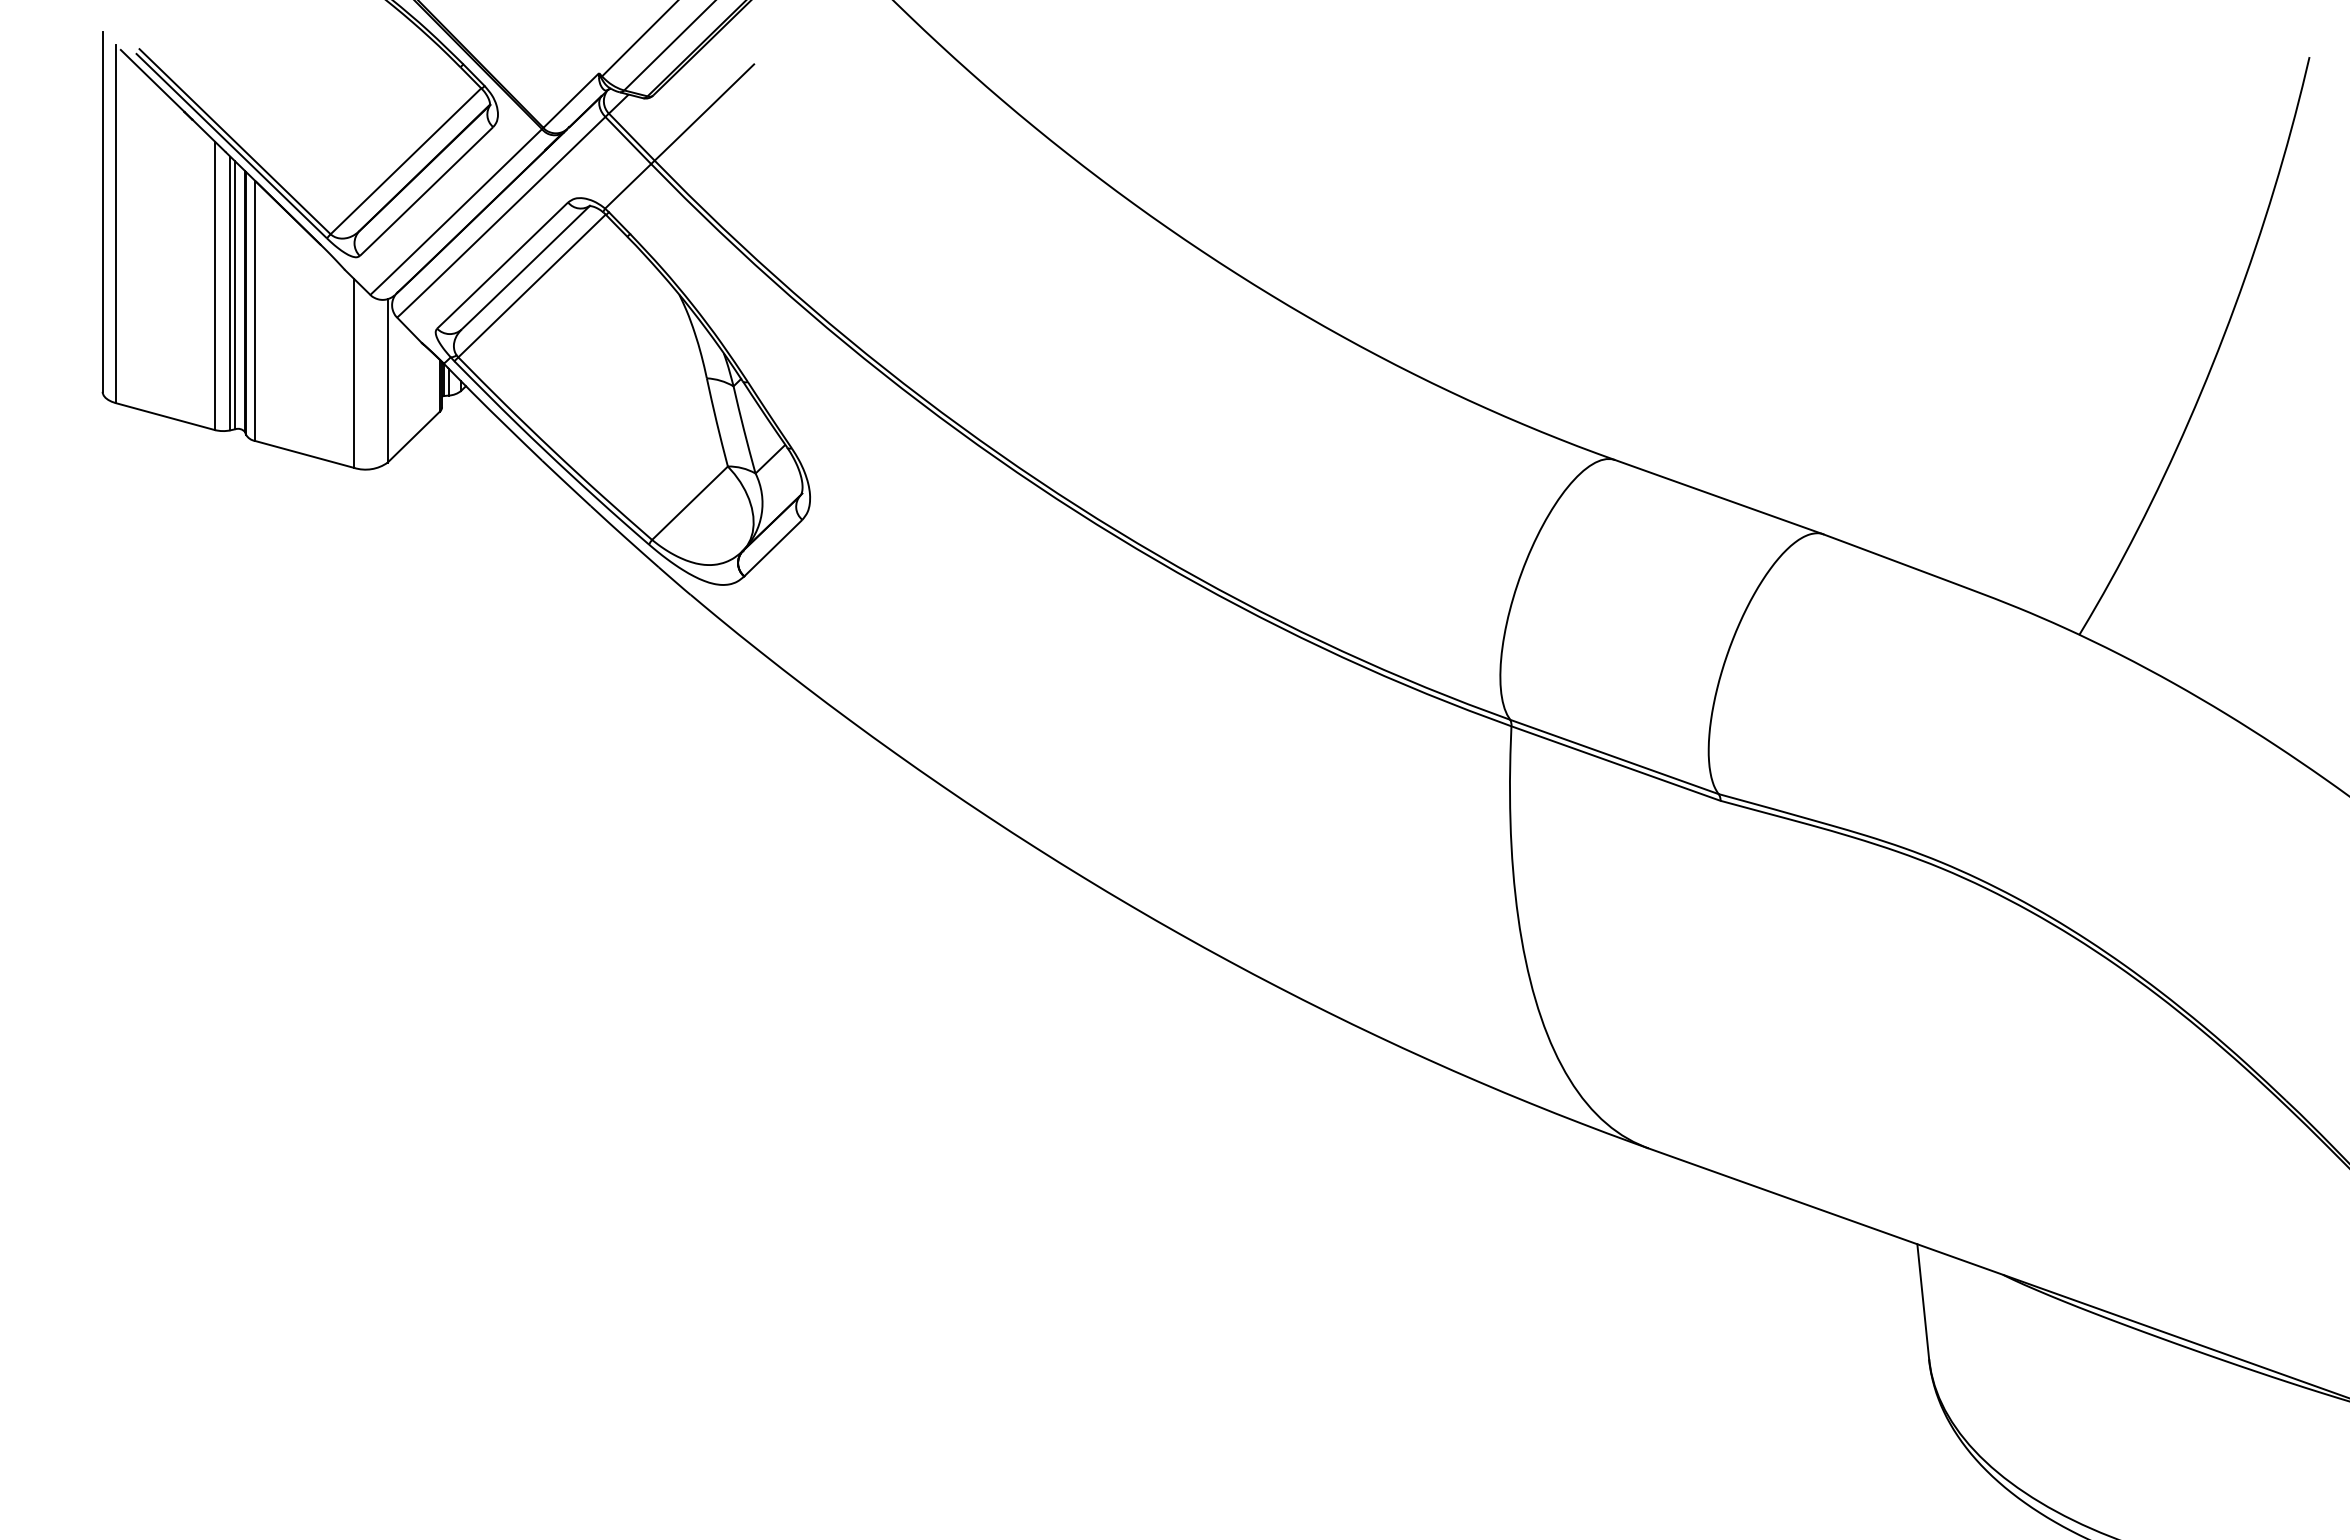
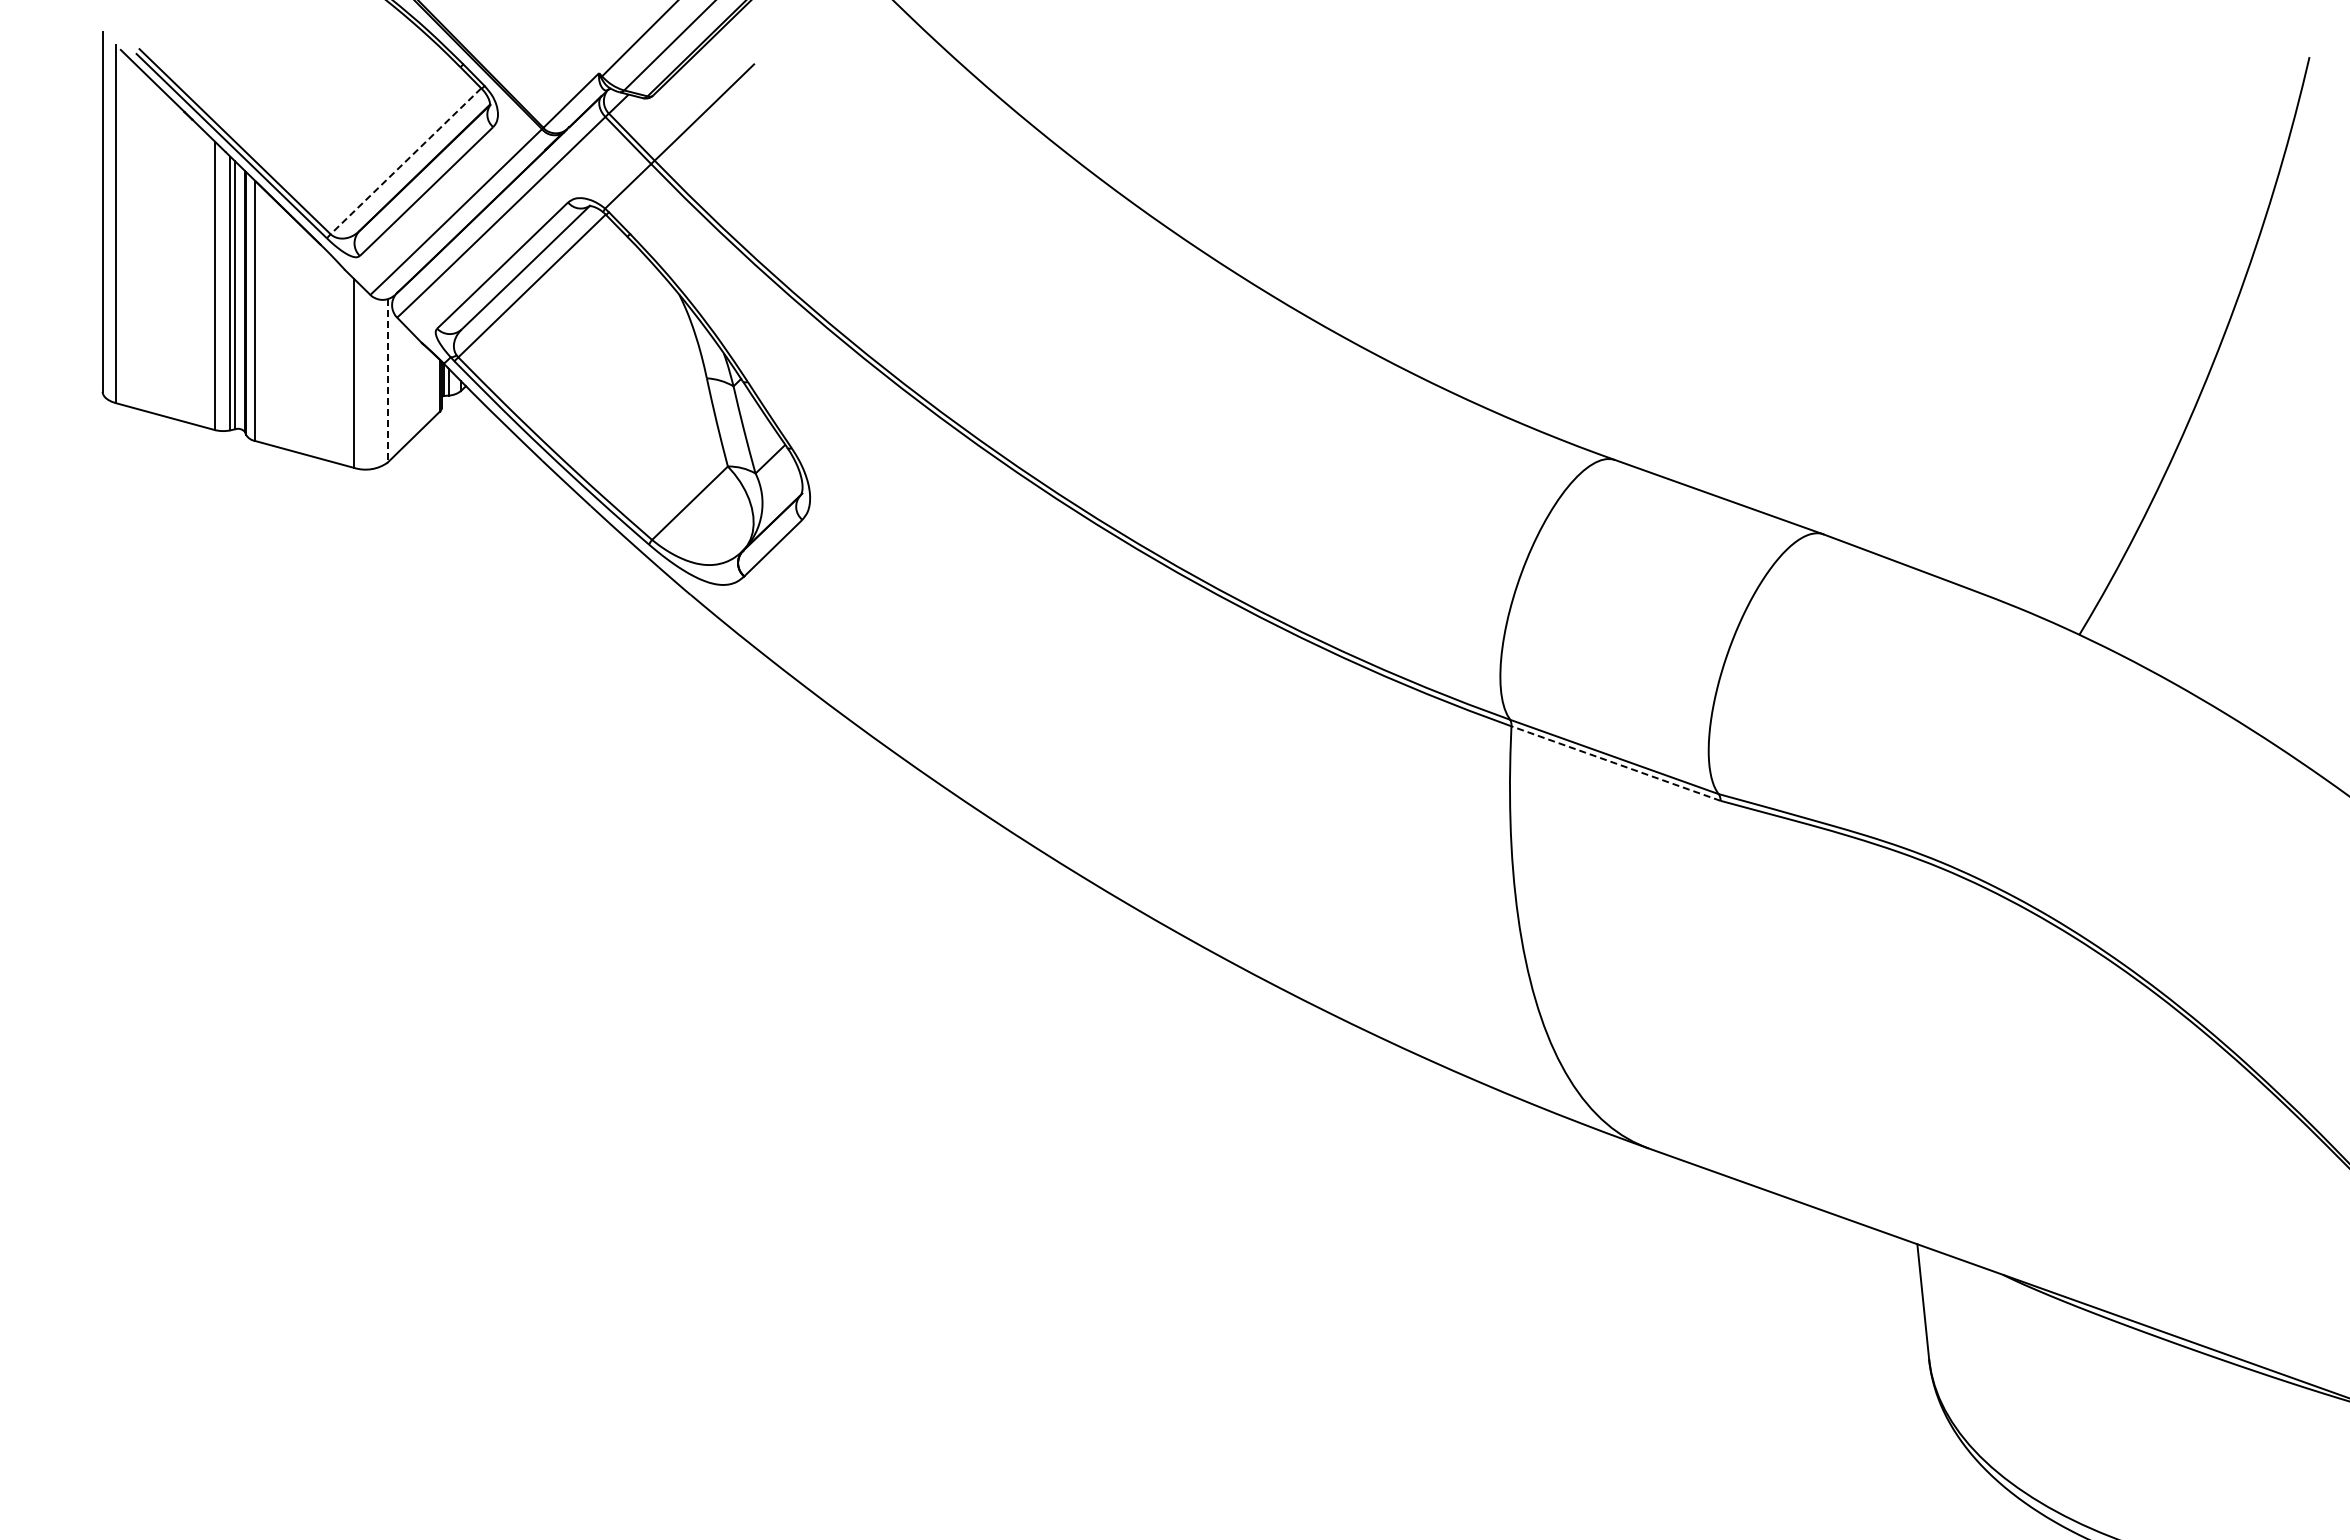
line at (405, 161): solid -> dashed
line at (387, 380): solid -> dashed
line at (1615, 763): solid -> dashed
